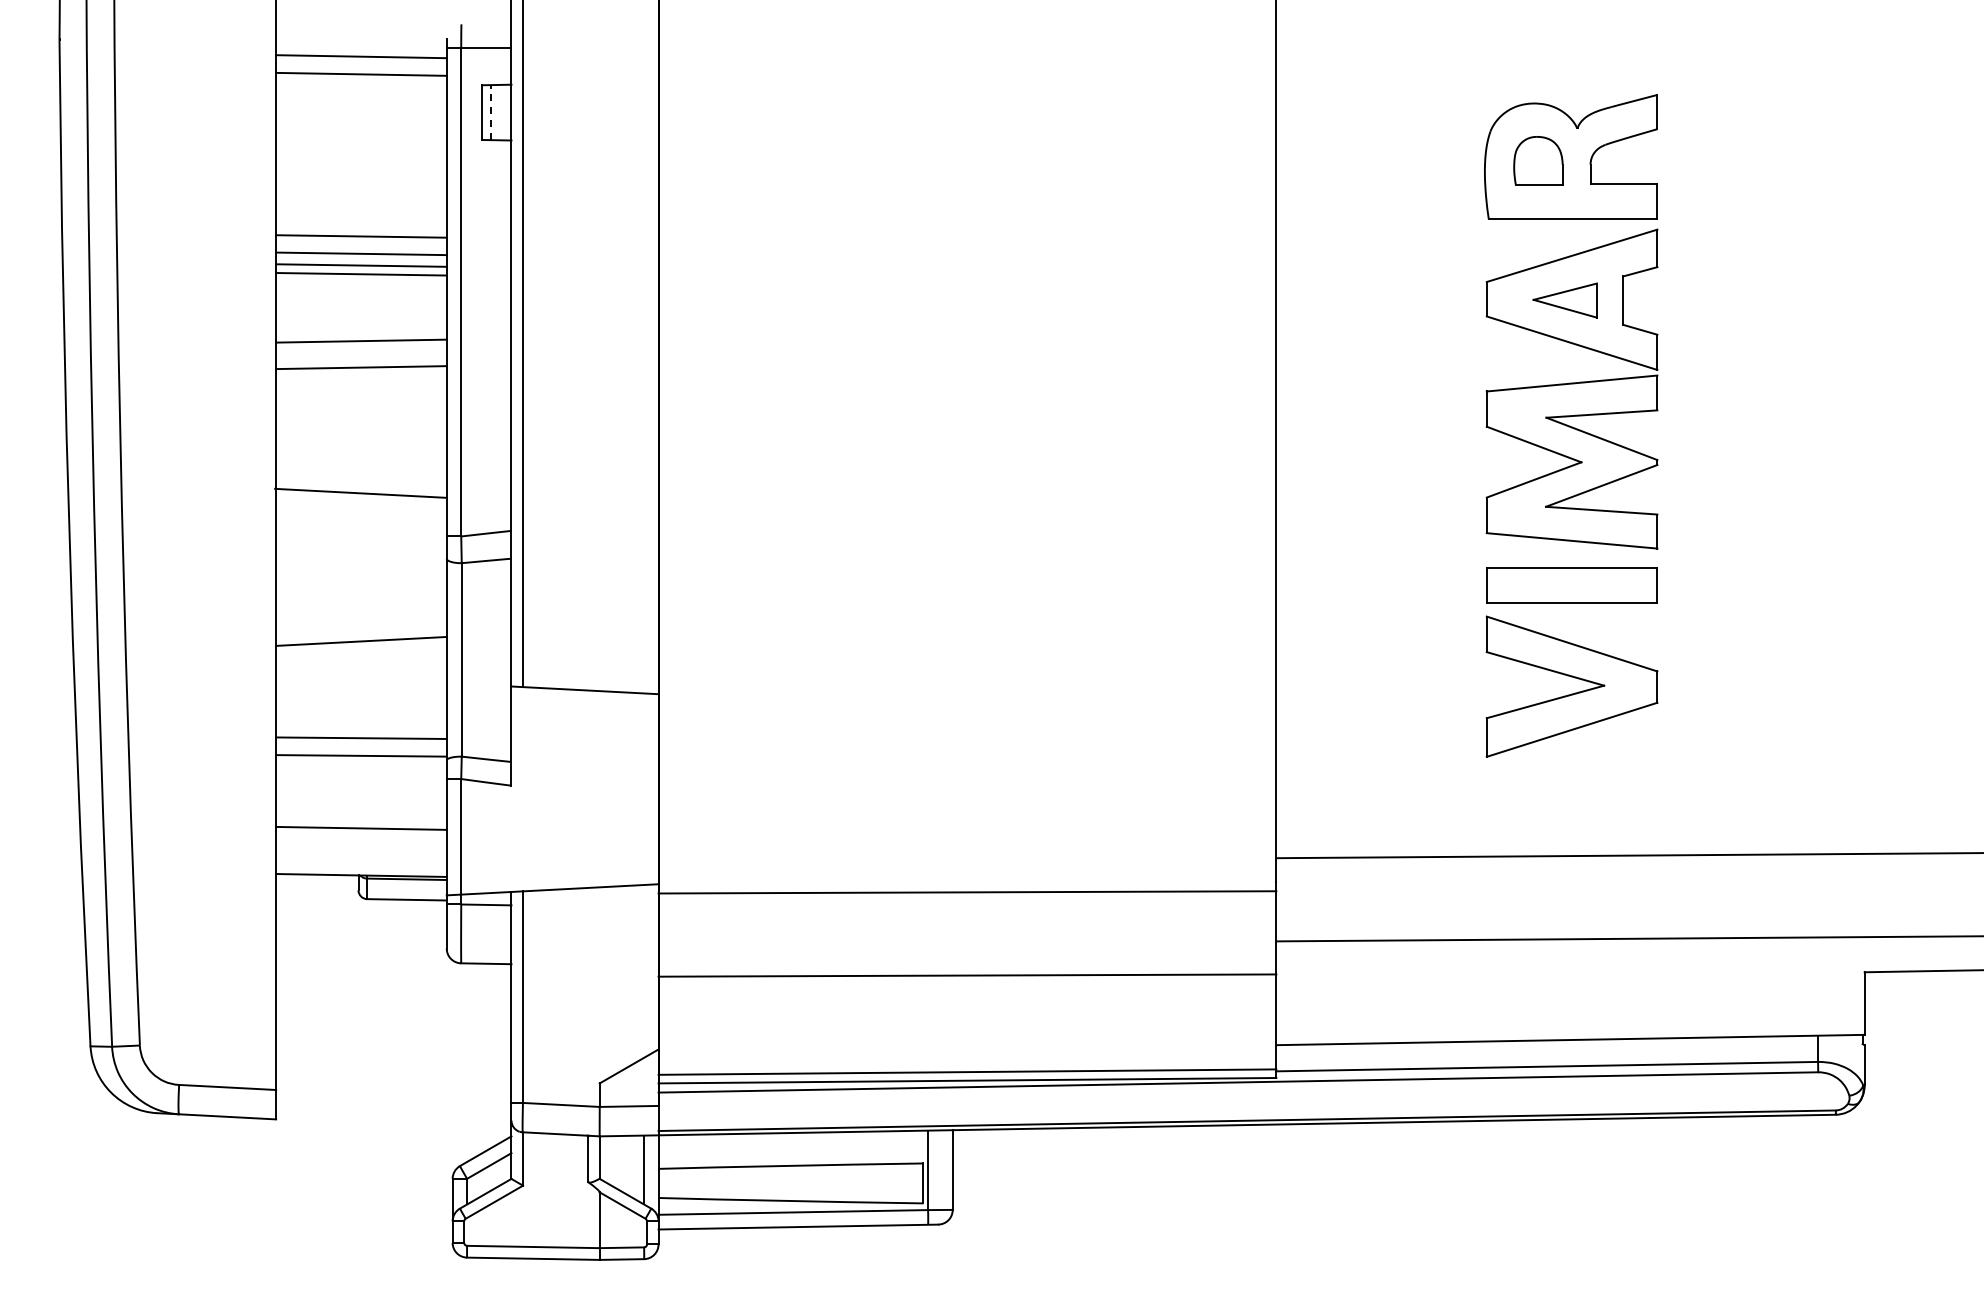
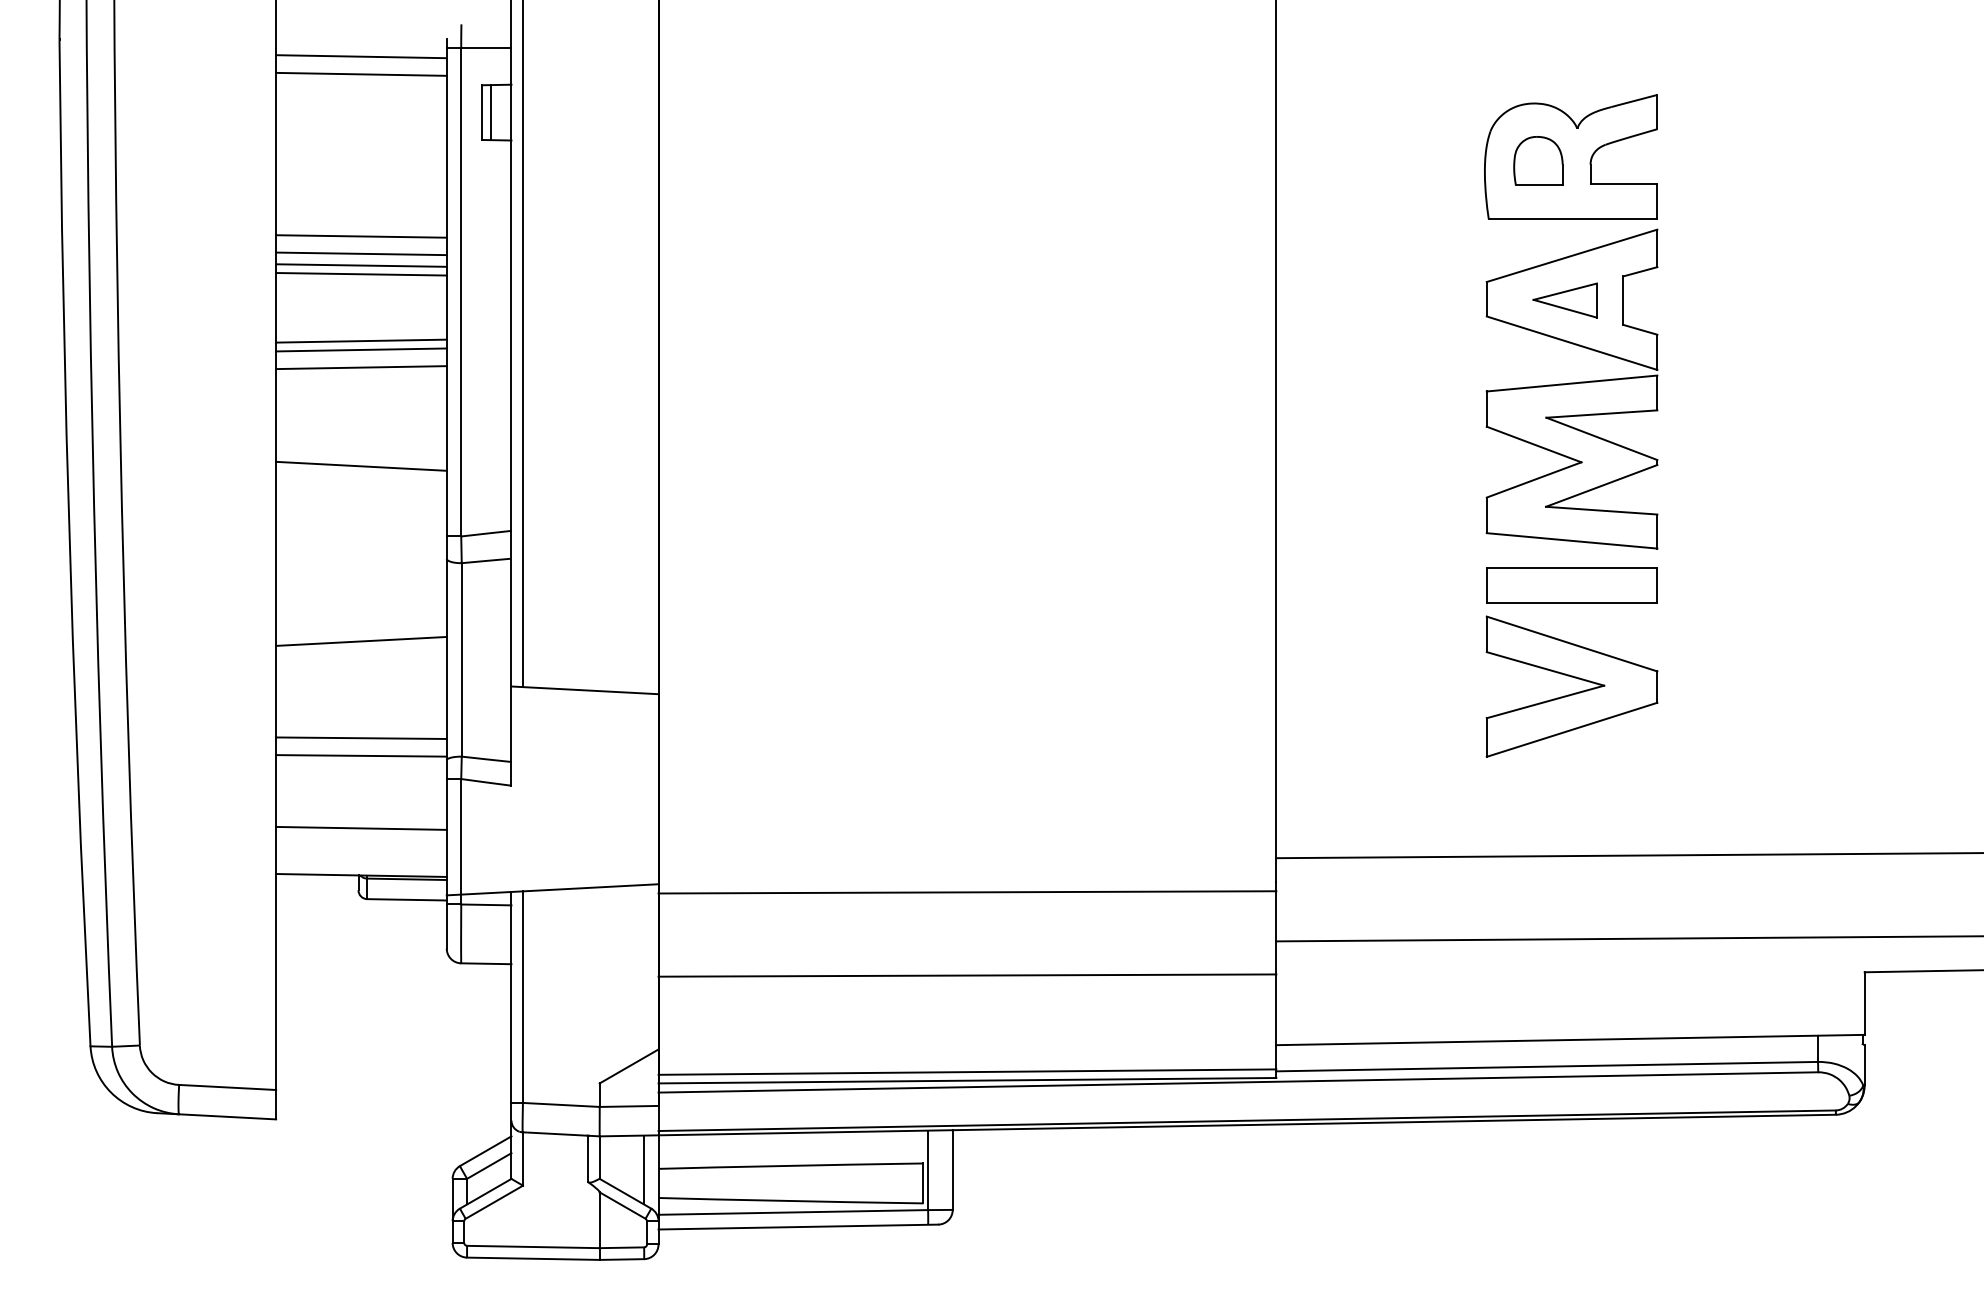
line at (490, 112): dashed -> solid
line at (361, 349): none -> present
line at (360, 492) position: (360, 492) -> (361, 465)
